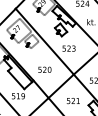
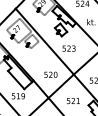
text at (44, 69) position: (44, 69) -> (50, 74)
